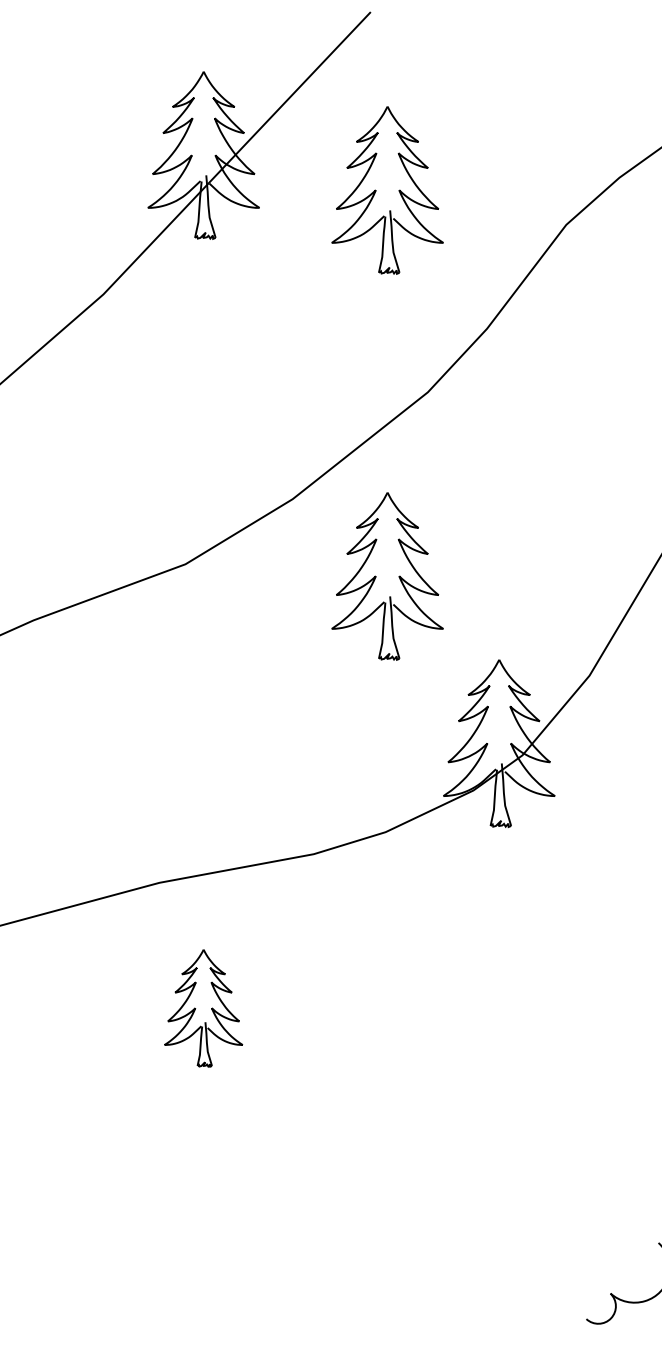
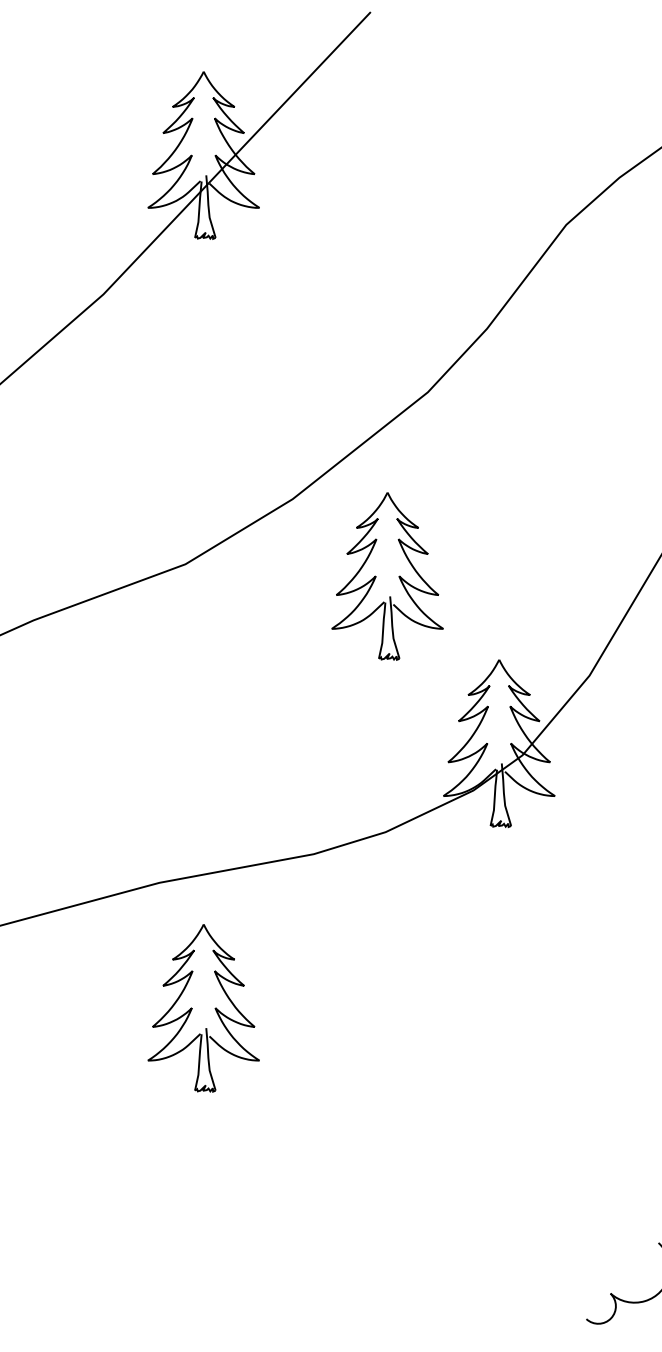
part at (376, 190): present -> none
part at (203, 1008) size: 80x119 px -> 113x169 px
